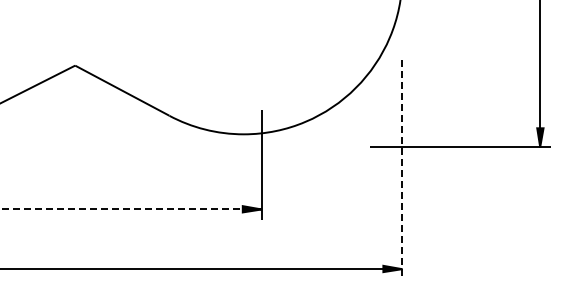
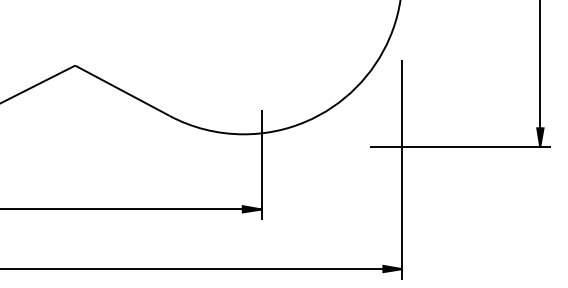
line at (402, 169): dashed -> solid
line at (130, 209): dashed -> solid
